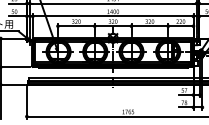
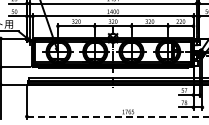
line at (117, 116): solid -> dashed
